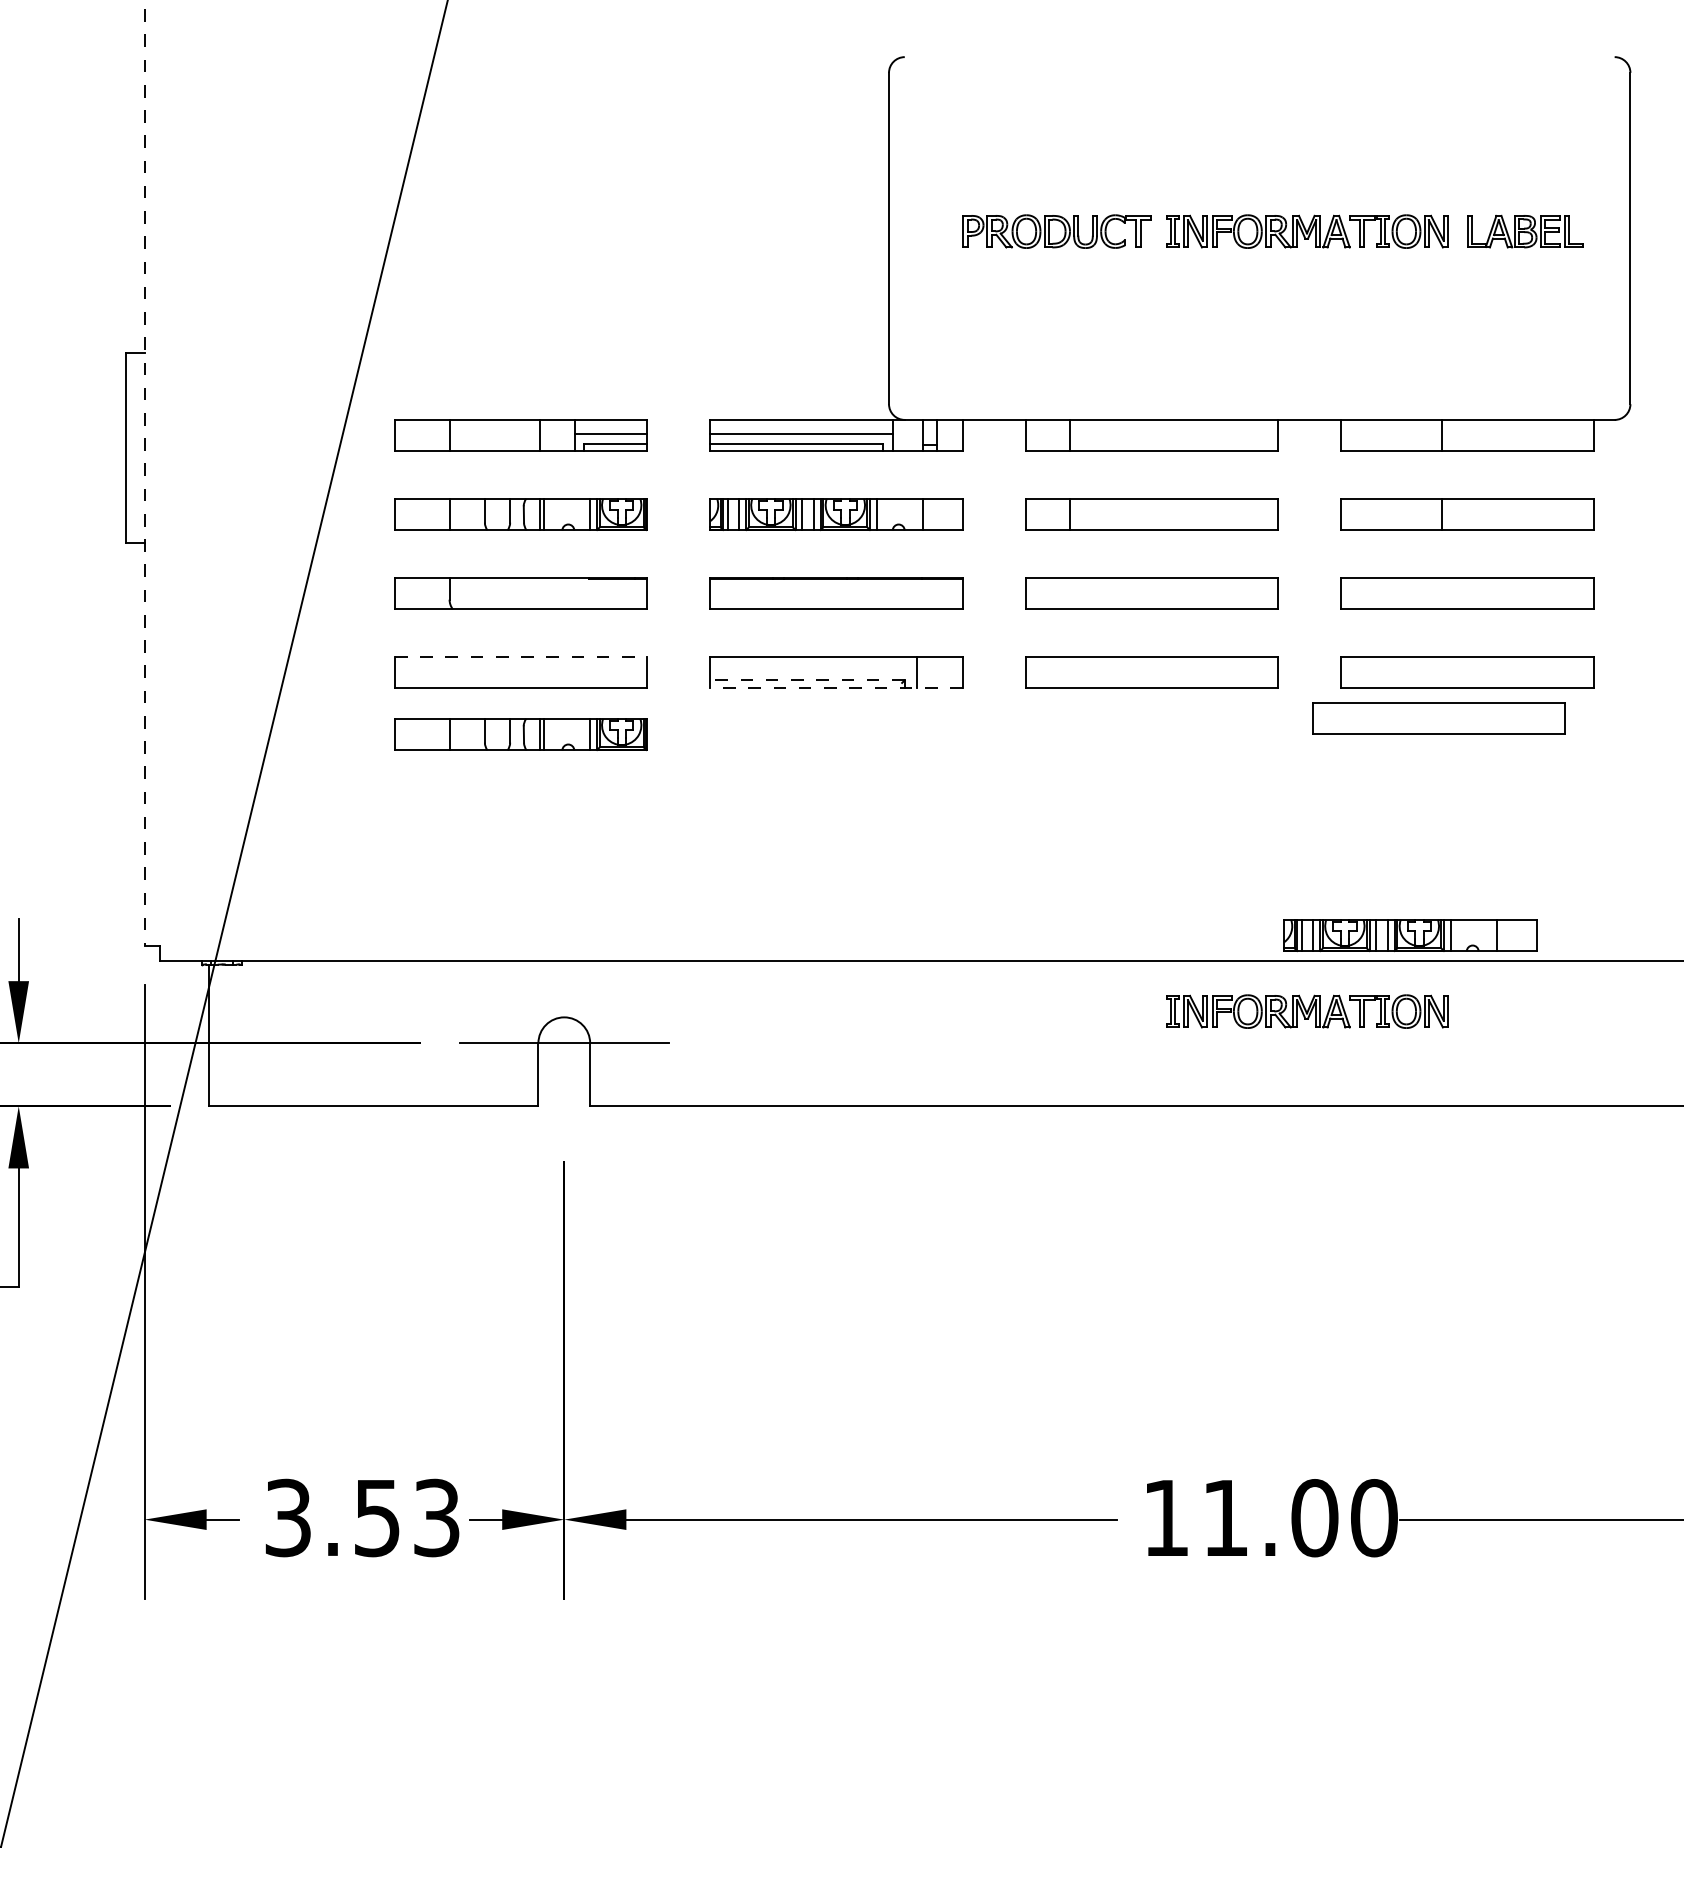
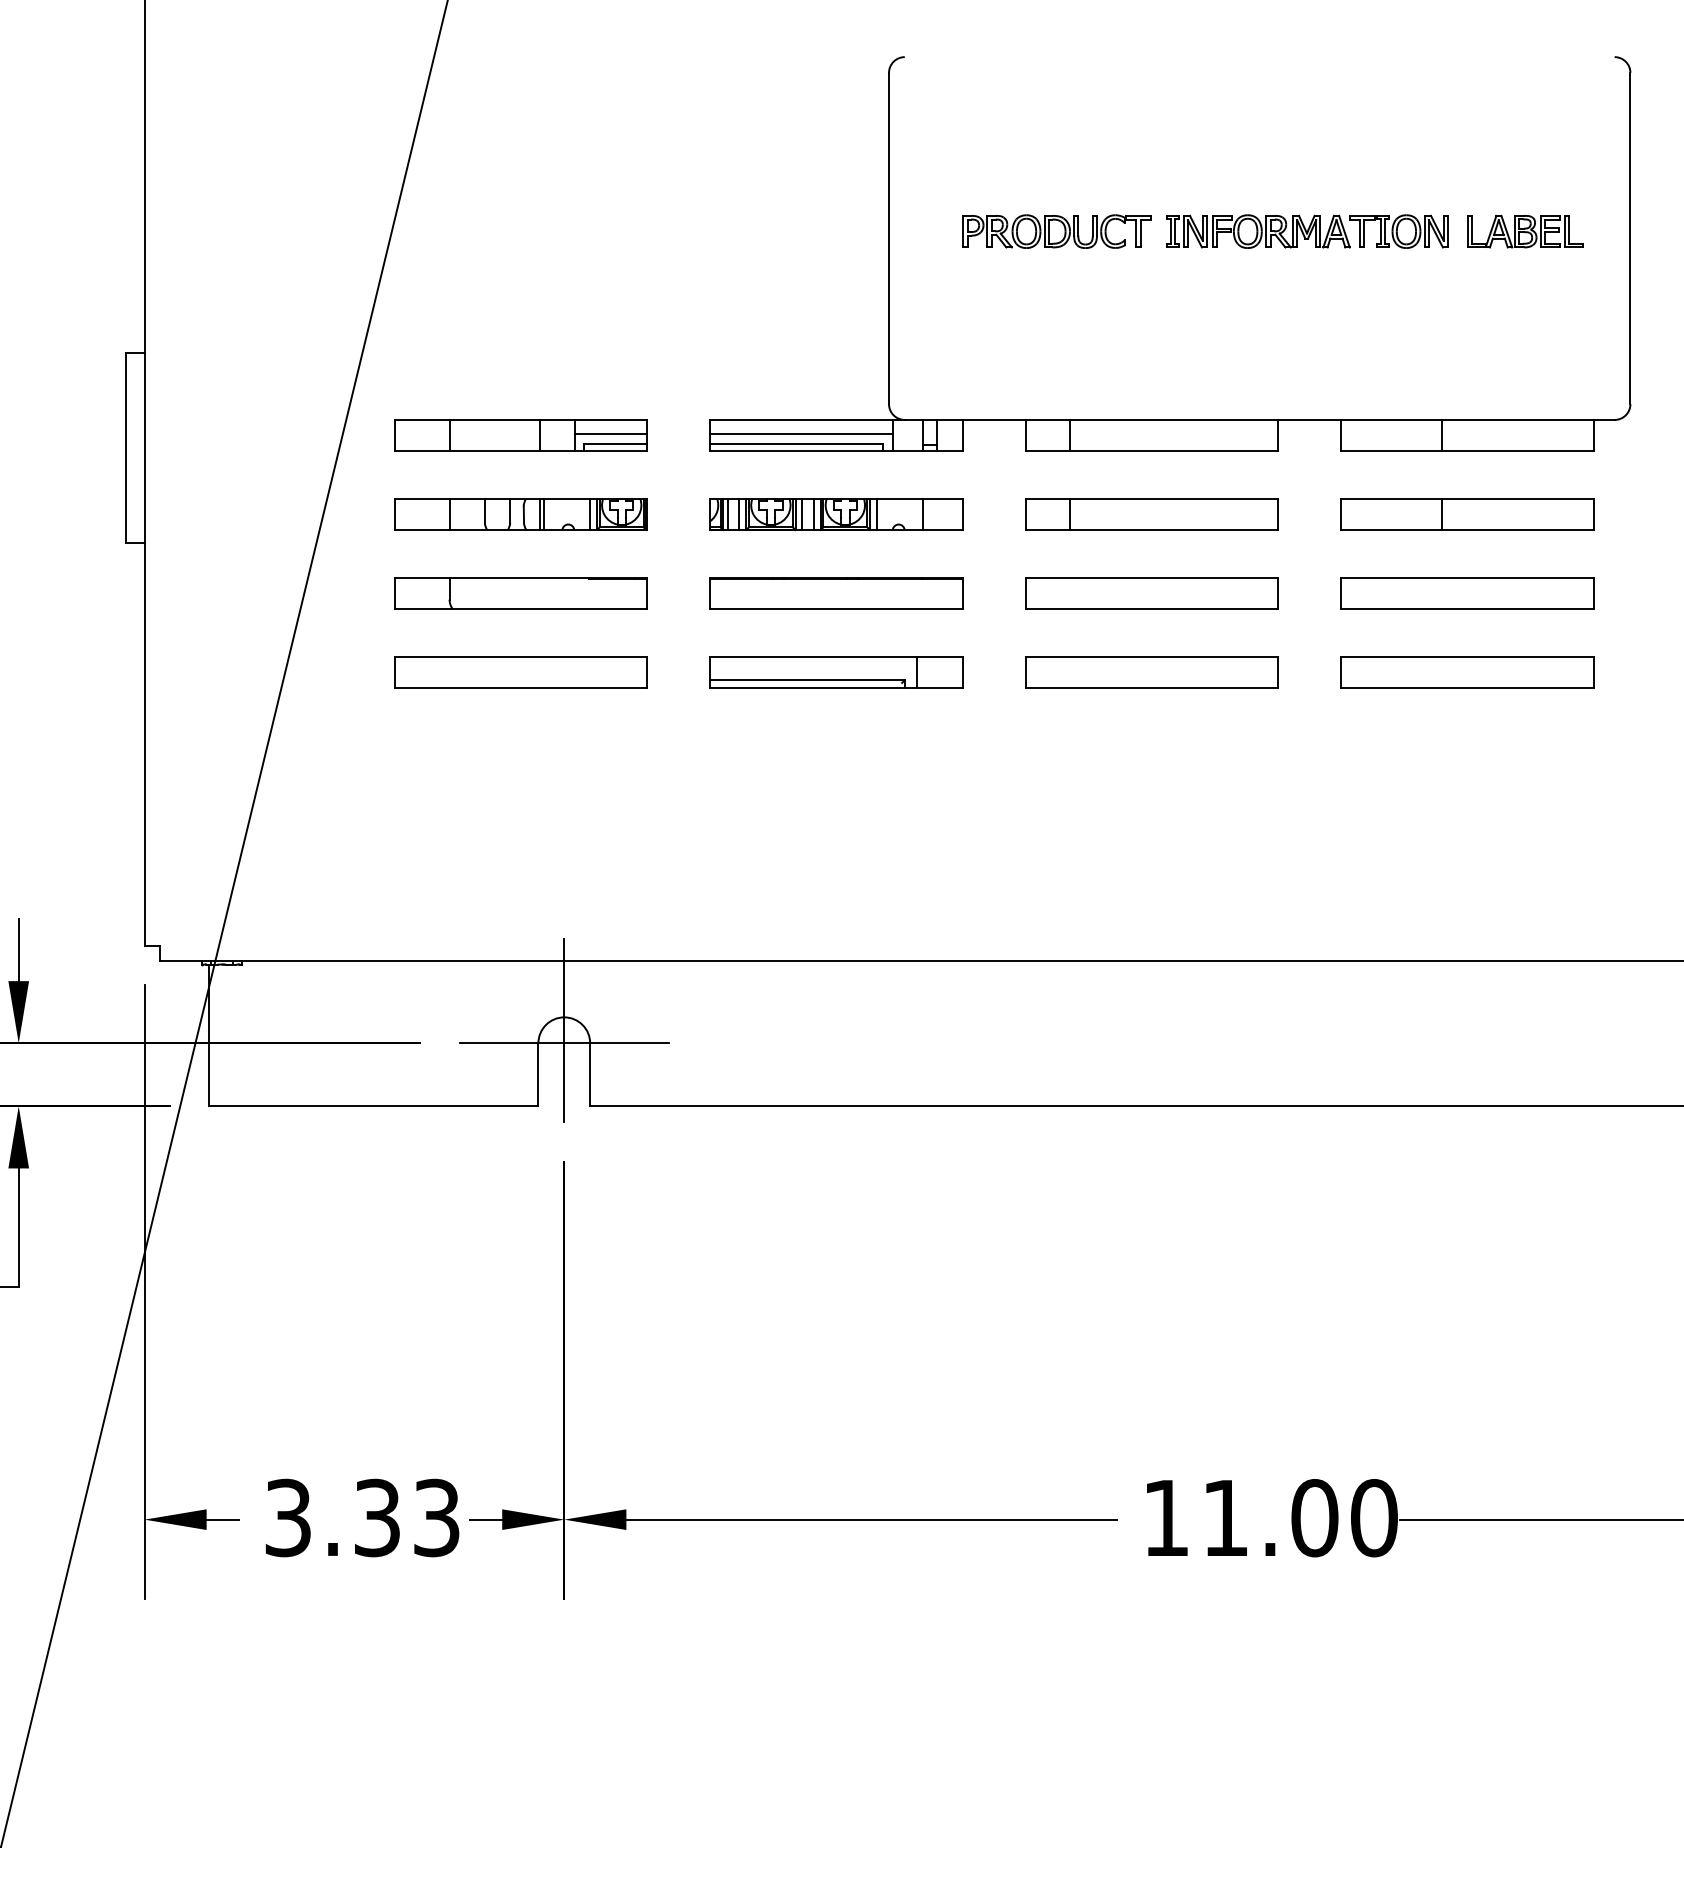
line at (144, 473): dashed -> solid
line at (521, 656): dashed -> solid
line at (807, 680): dashed -> solid
line at (836, 688): dashed -> solid
part at (1438, 718): present -> none
part at (520, 734): present -> none
part at (1410, 935): present -> none
part at (1307, 1011): present -> none
line at (564, 1030): none -> present
text at (377, 1517): 3.53 -> 3.33
